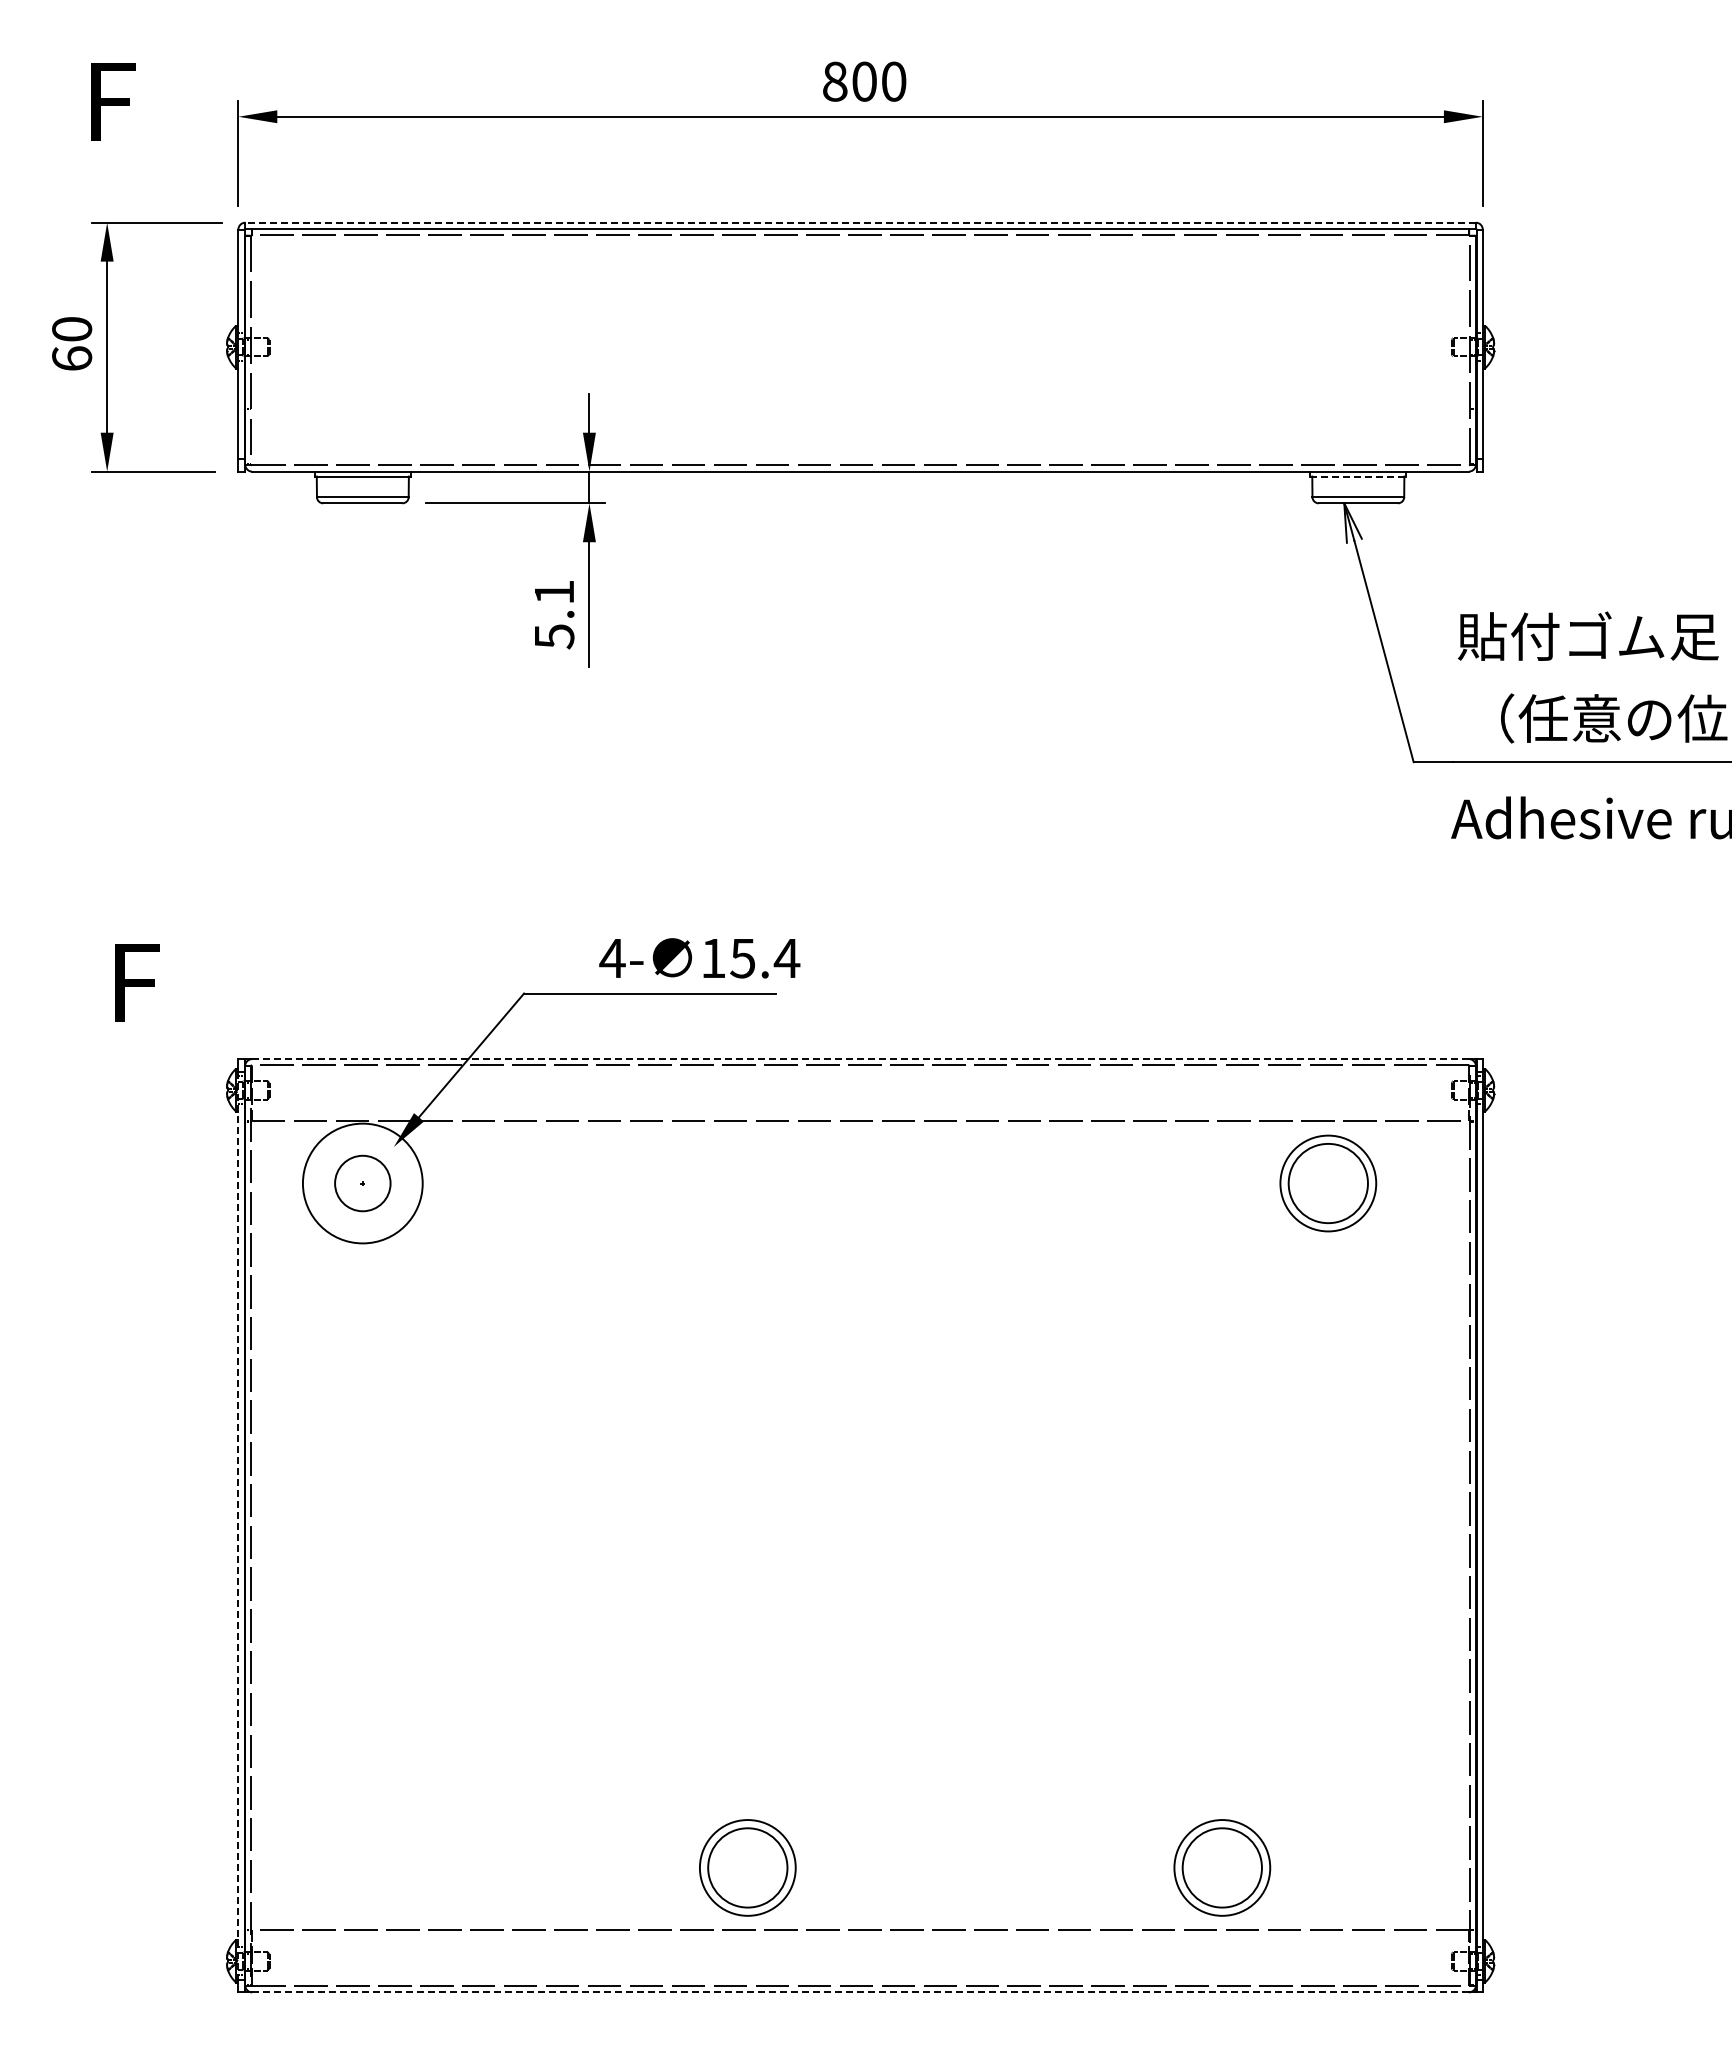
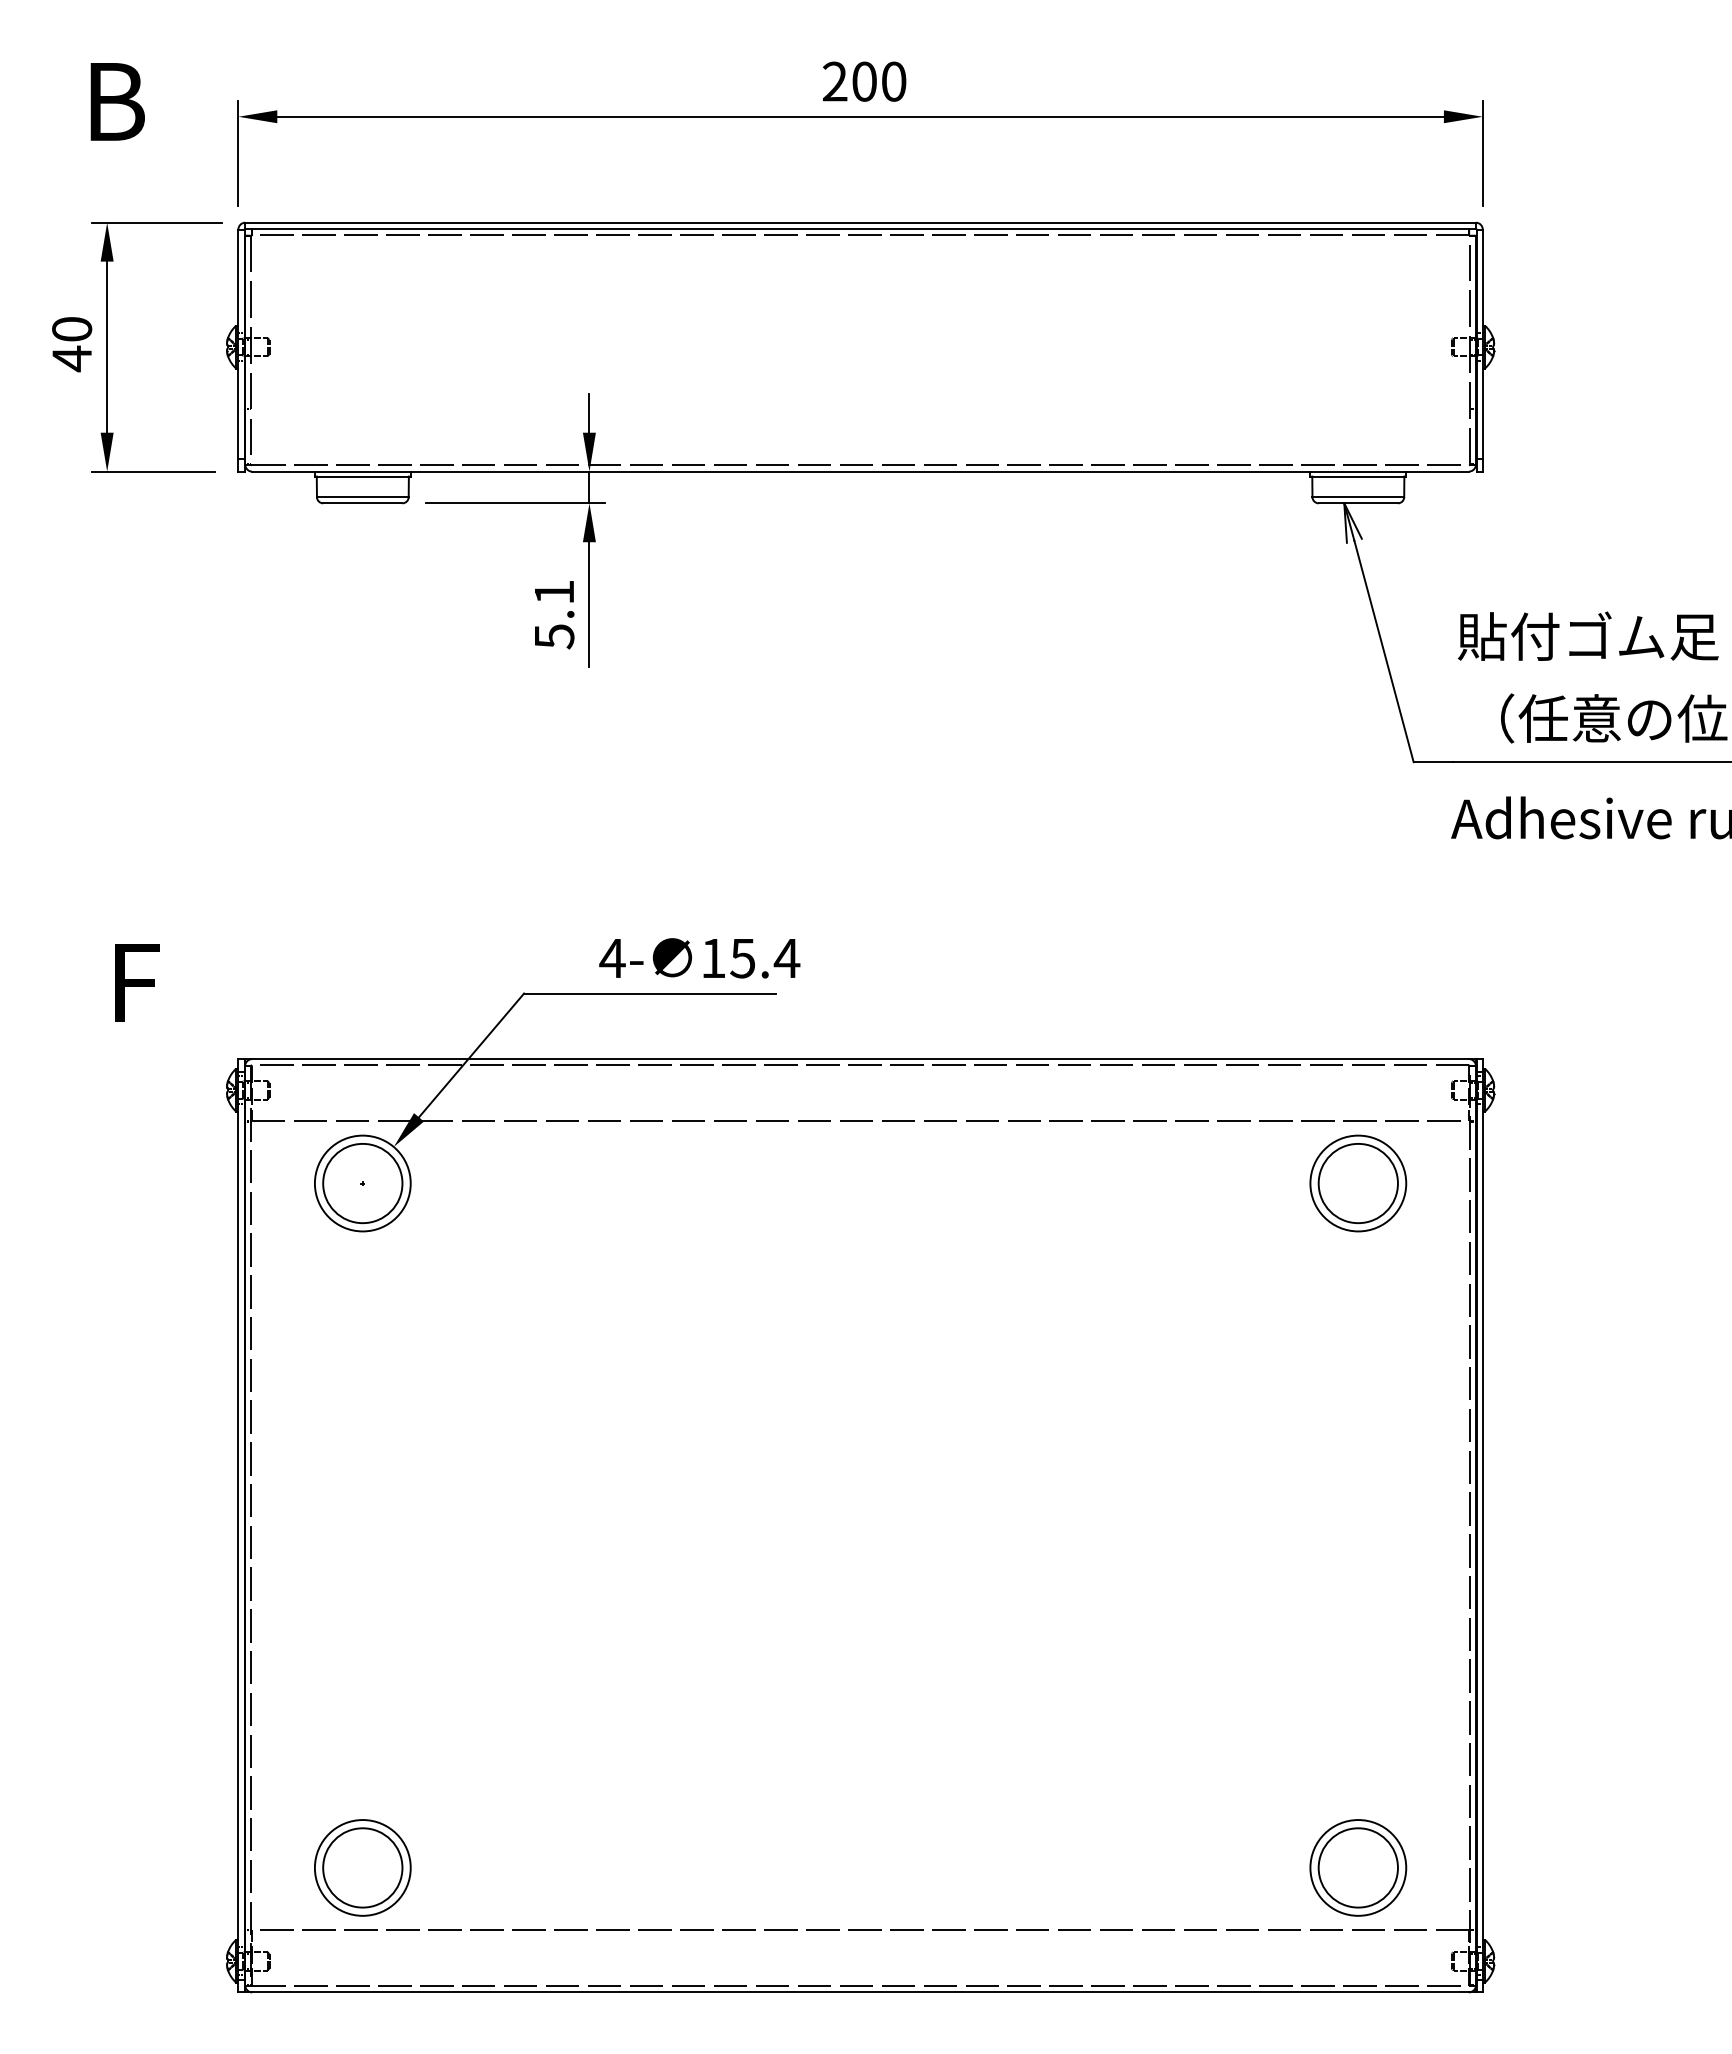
text at (835, 81): 800 -> 200
text at (117, 101): F -> B
line at (860, 222): dashed -> solid
text at (72, 358): 60 -> 40
line at (1358, 476): dashed -> solid
line at (861, 1059): dashed -> solid
circle at (362, 1183) diameter: 120 px -> 96 px
circle at (362, 1183) diameter: 55 px -> 79 px
part at (1328, 1183) position: (1328, 1183) -> (1358, 1183)
line at (238, 1526): dashed -> solid
part at (747, 1867) position: (747, 1867) -> (362, 1867)
part at (1222, 1867) position: (1222, 1867) -> (1358, 1867)
line at (860, 1992): dashed -> solid
